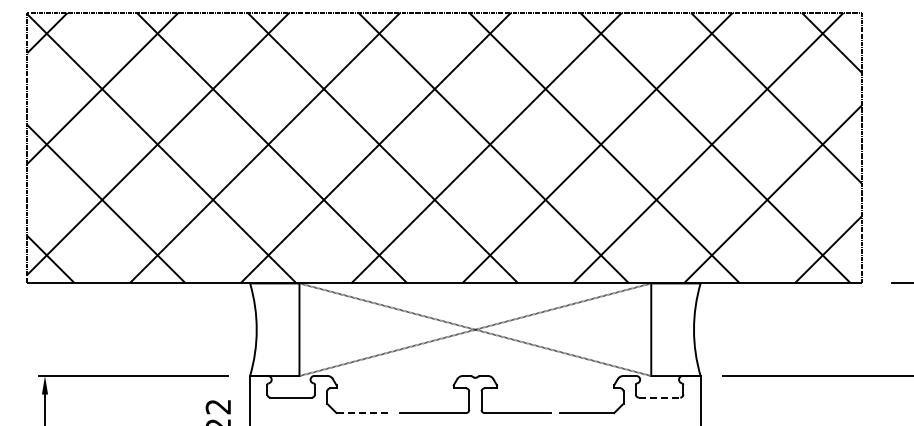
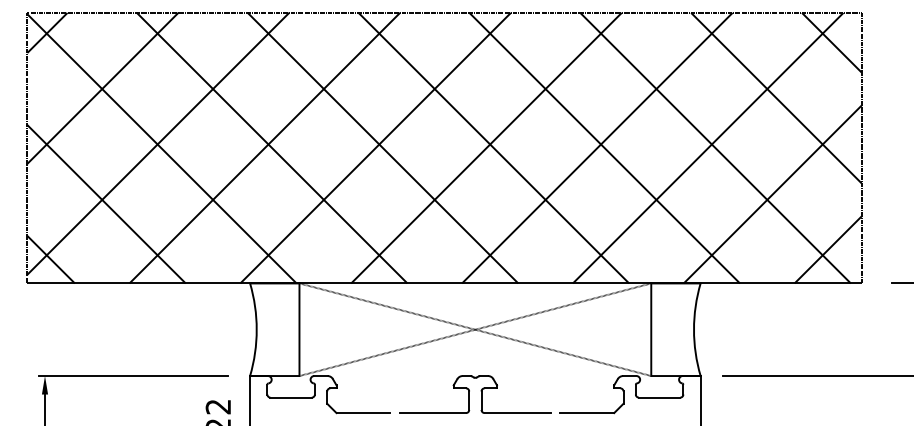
line at (659, 397): dashed -> solid
line at (363, 413): dashed -> solid
